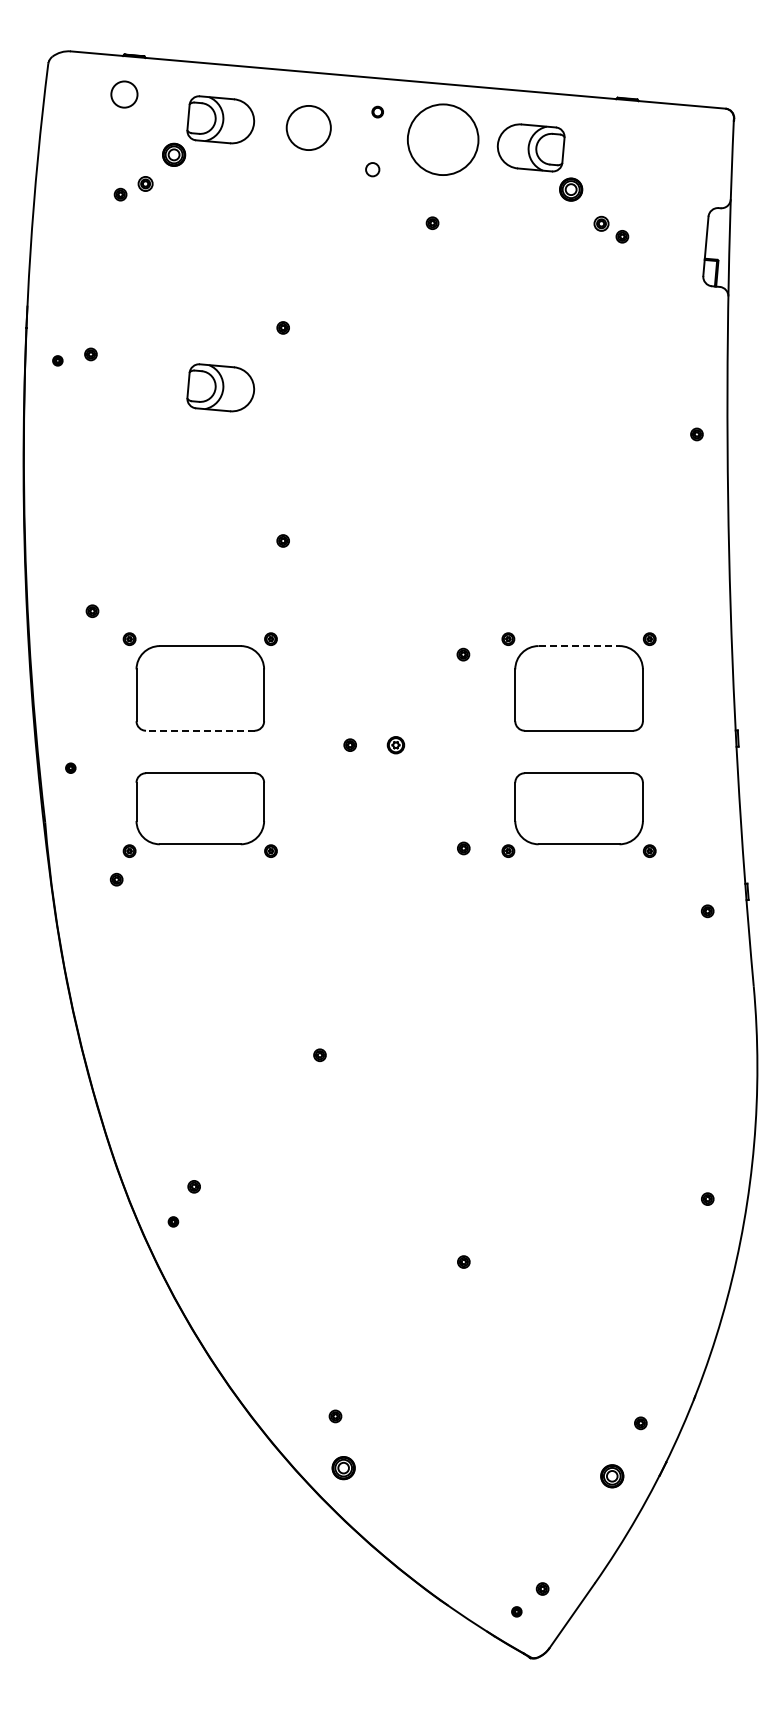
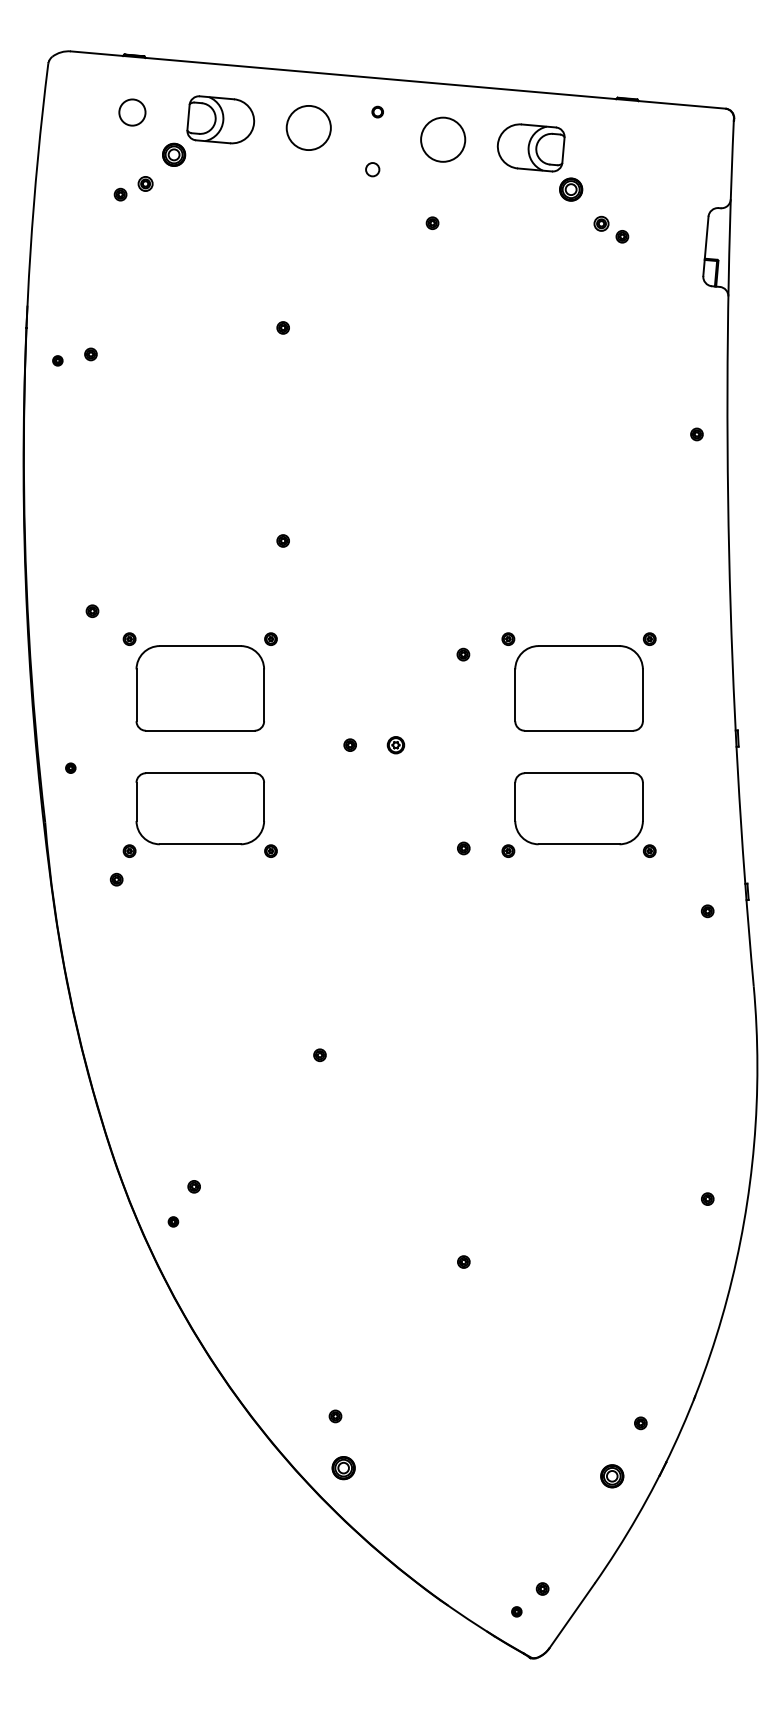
circle at (124, 94) position: (124, 94) -> (132, 112)
circle at (442, 139) diameter: 71 px -> 44 px
part at (220, 387): present -> none
line at (579, 646): dashed -> solid
line at (199, 730): dashed -> solid
